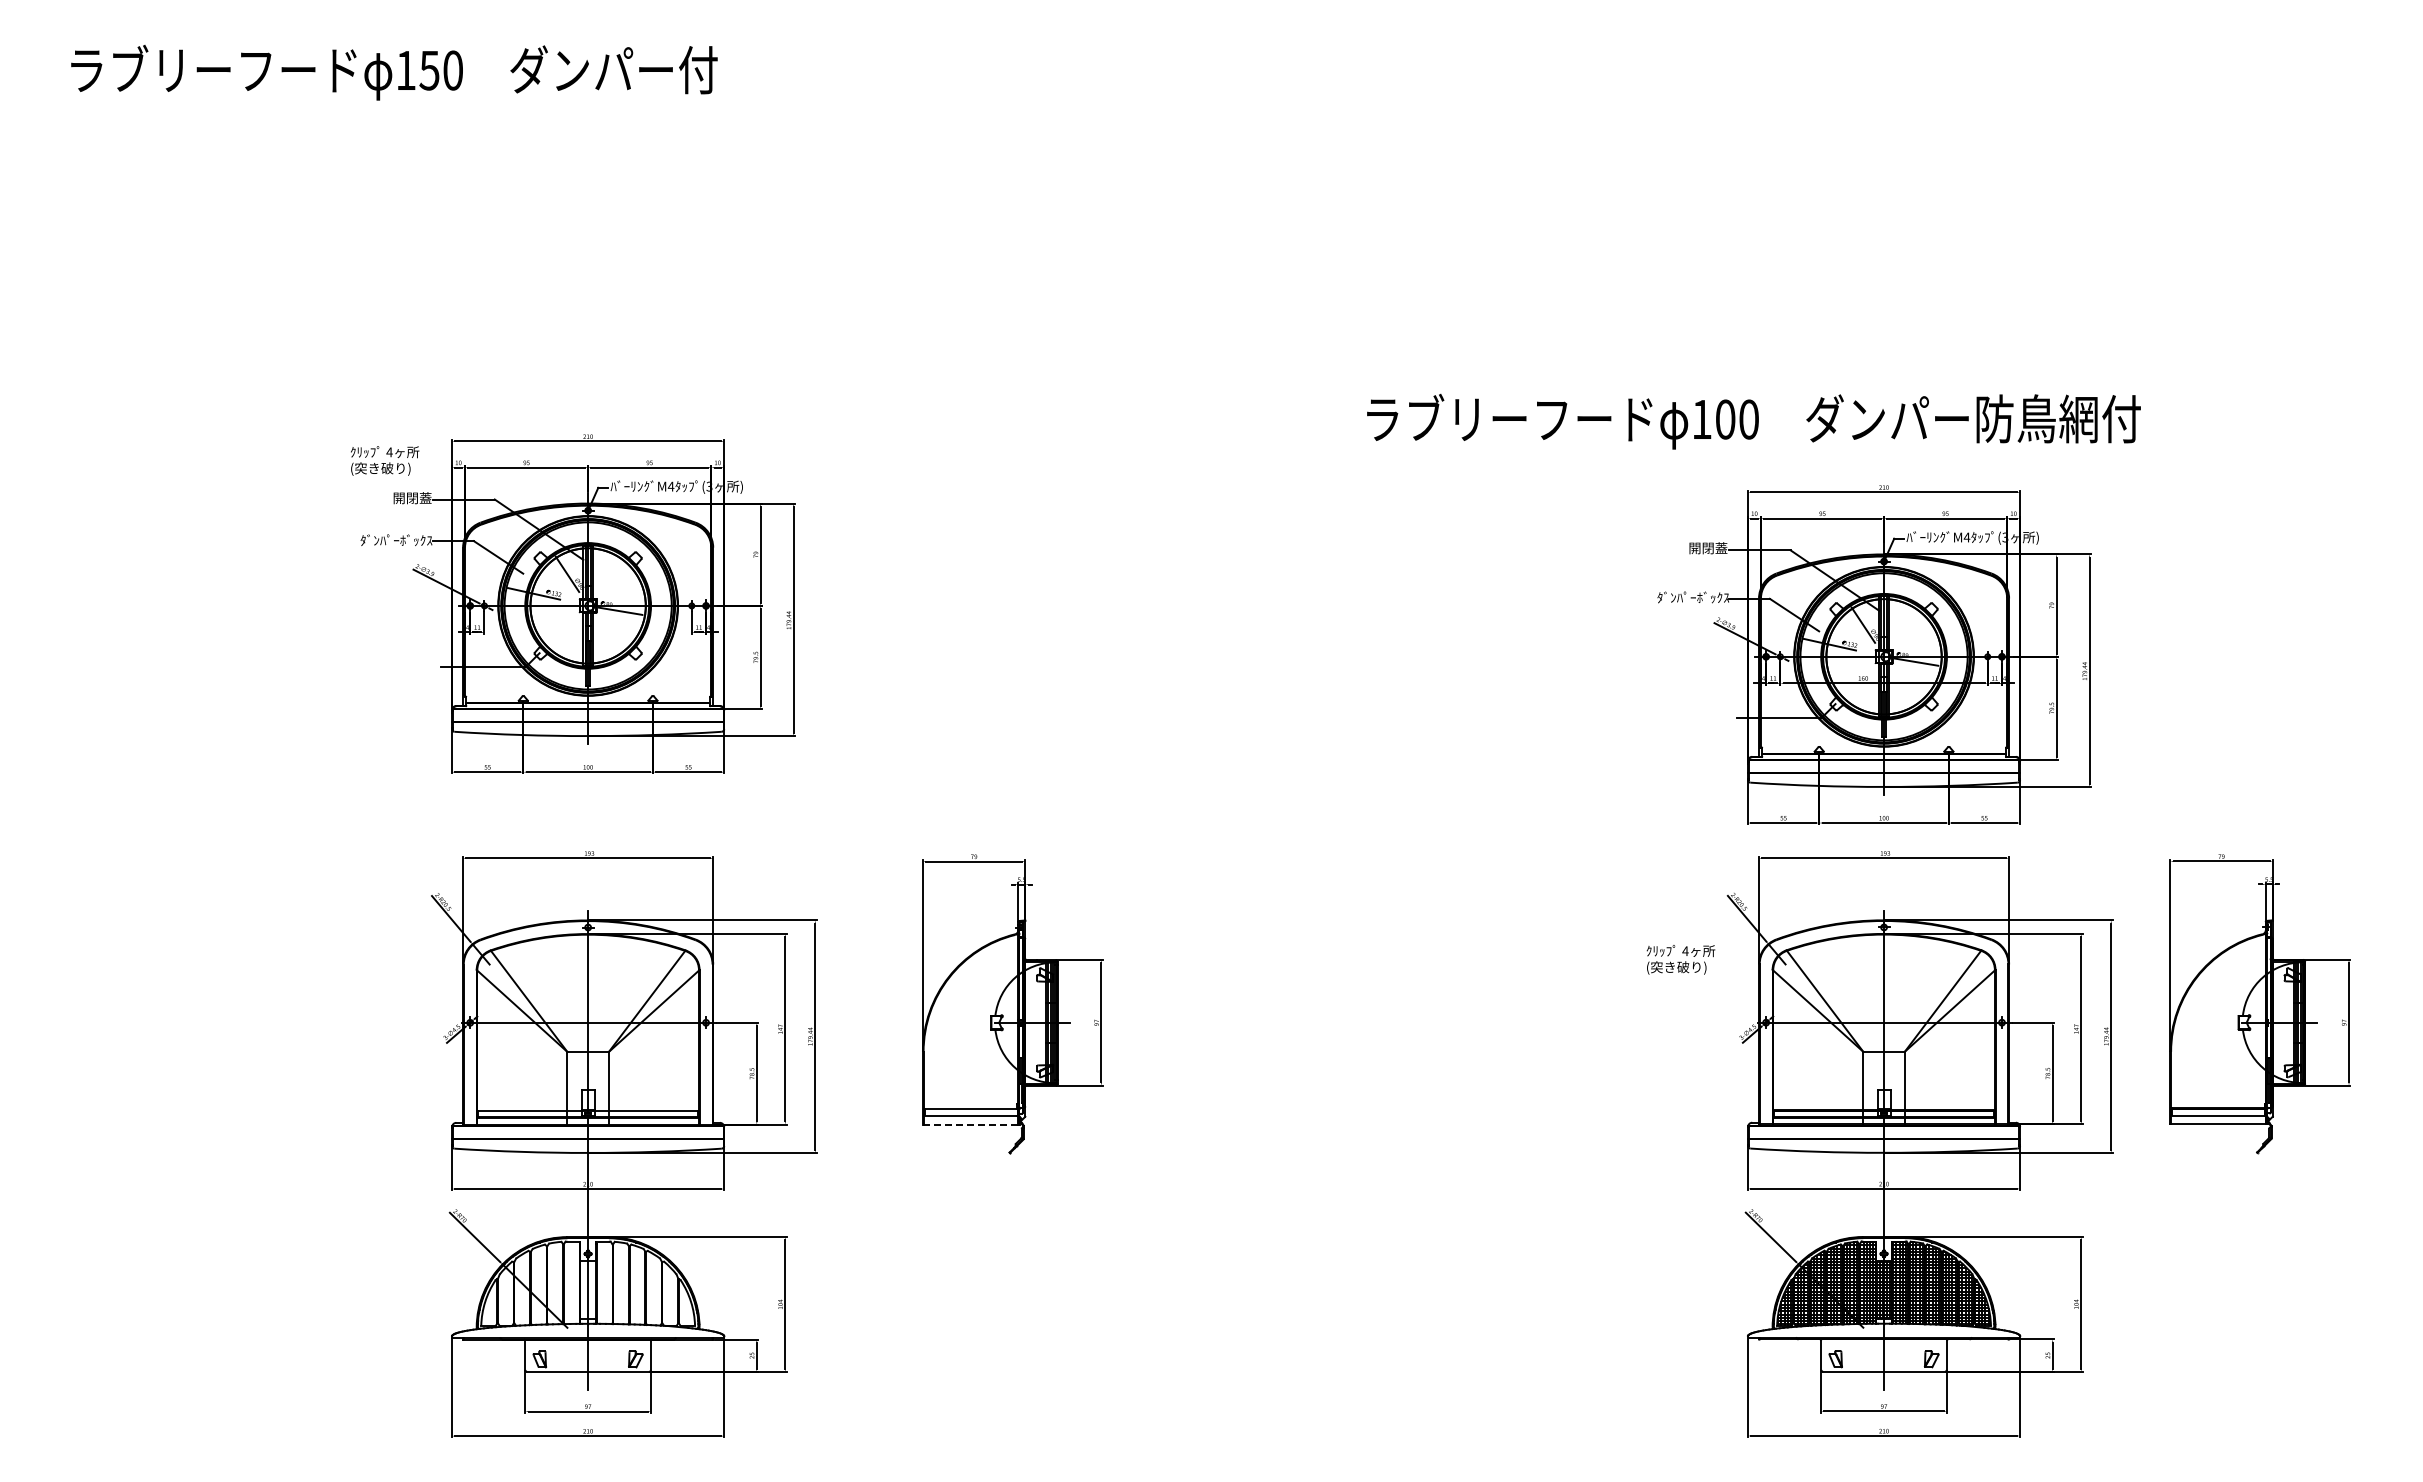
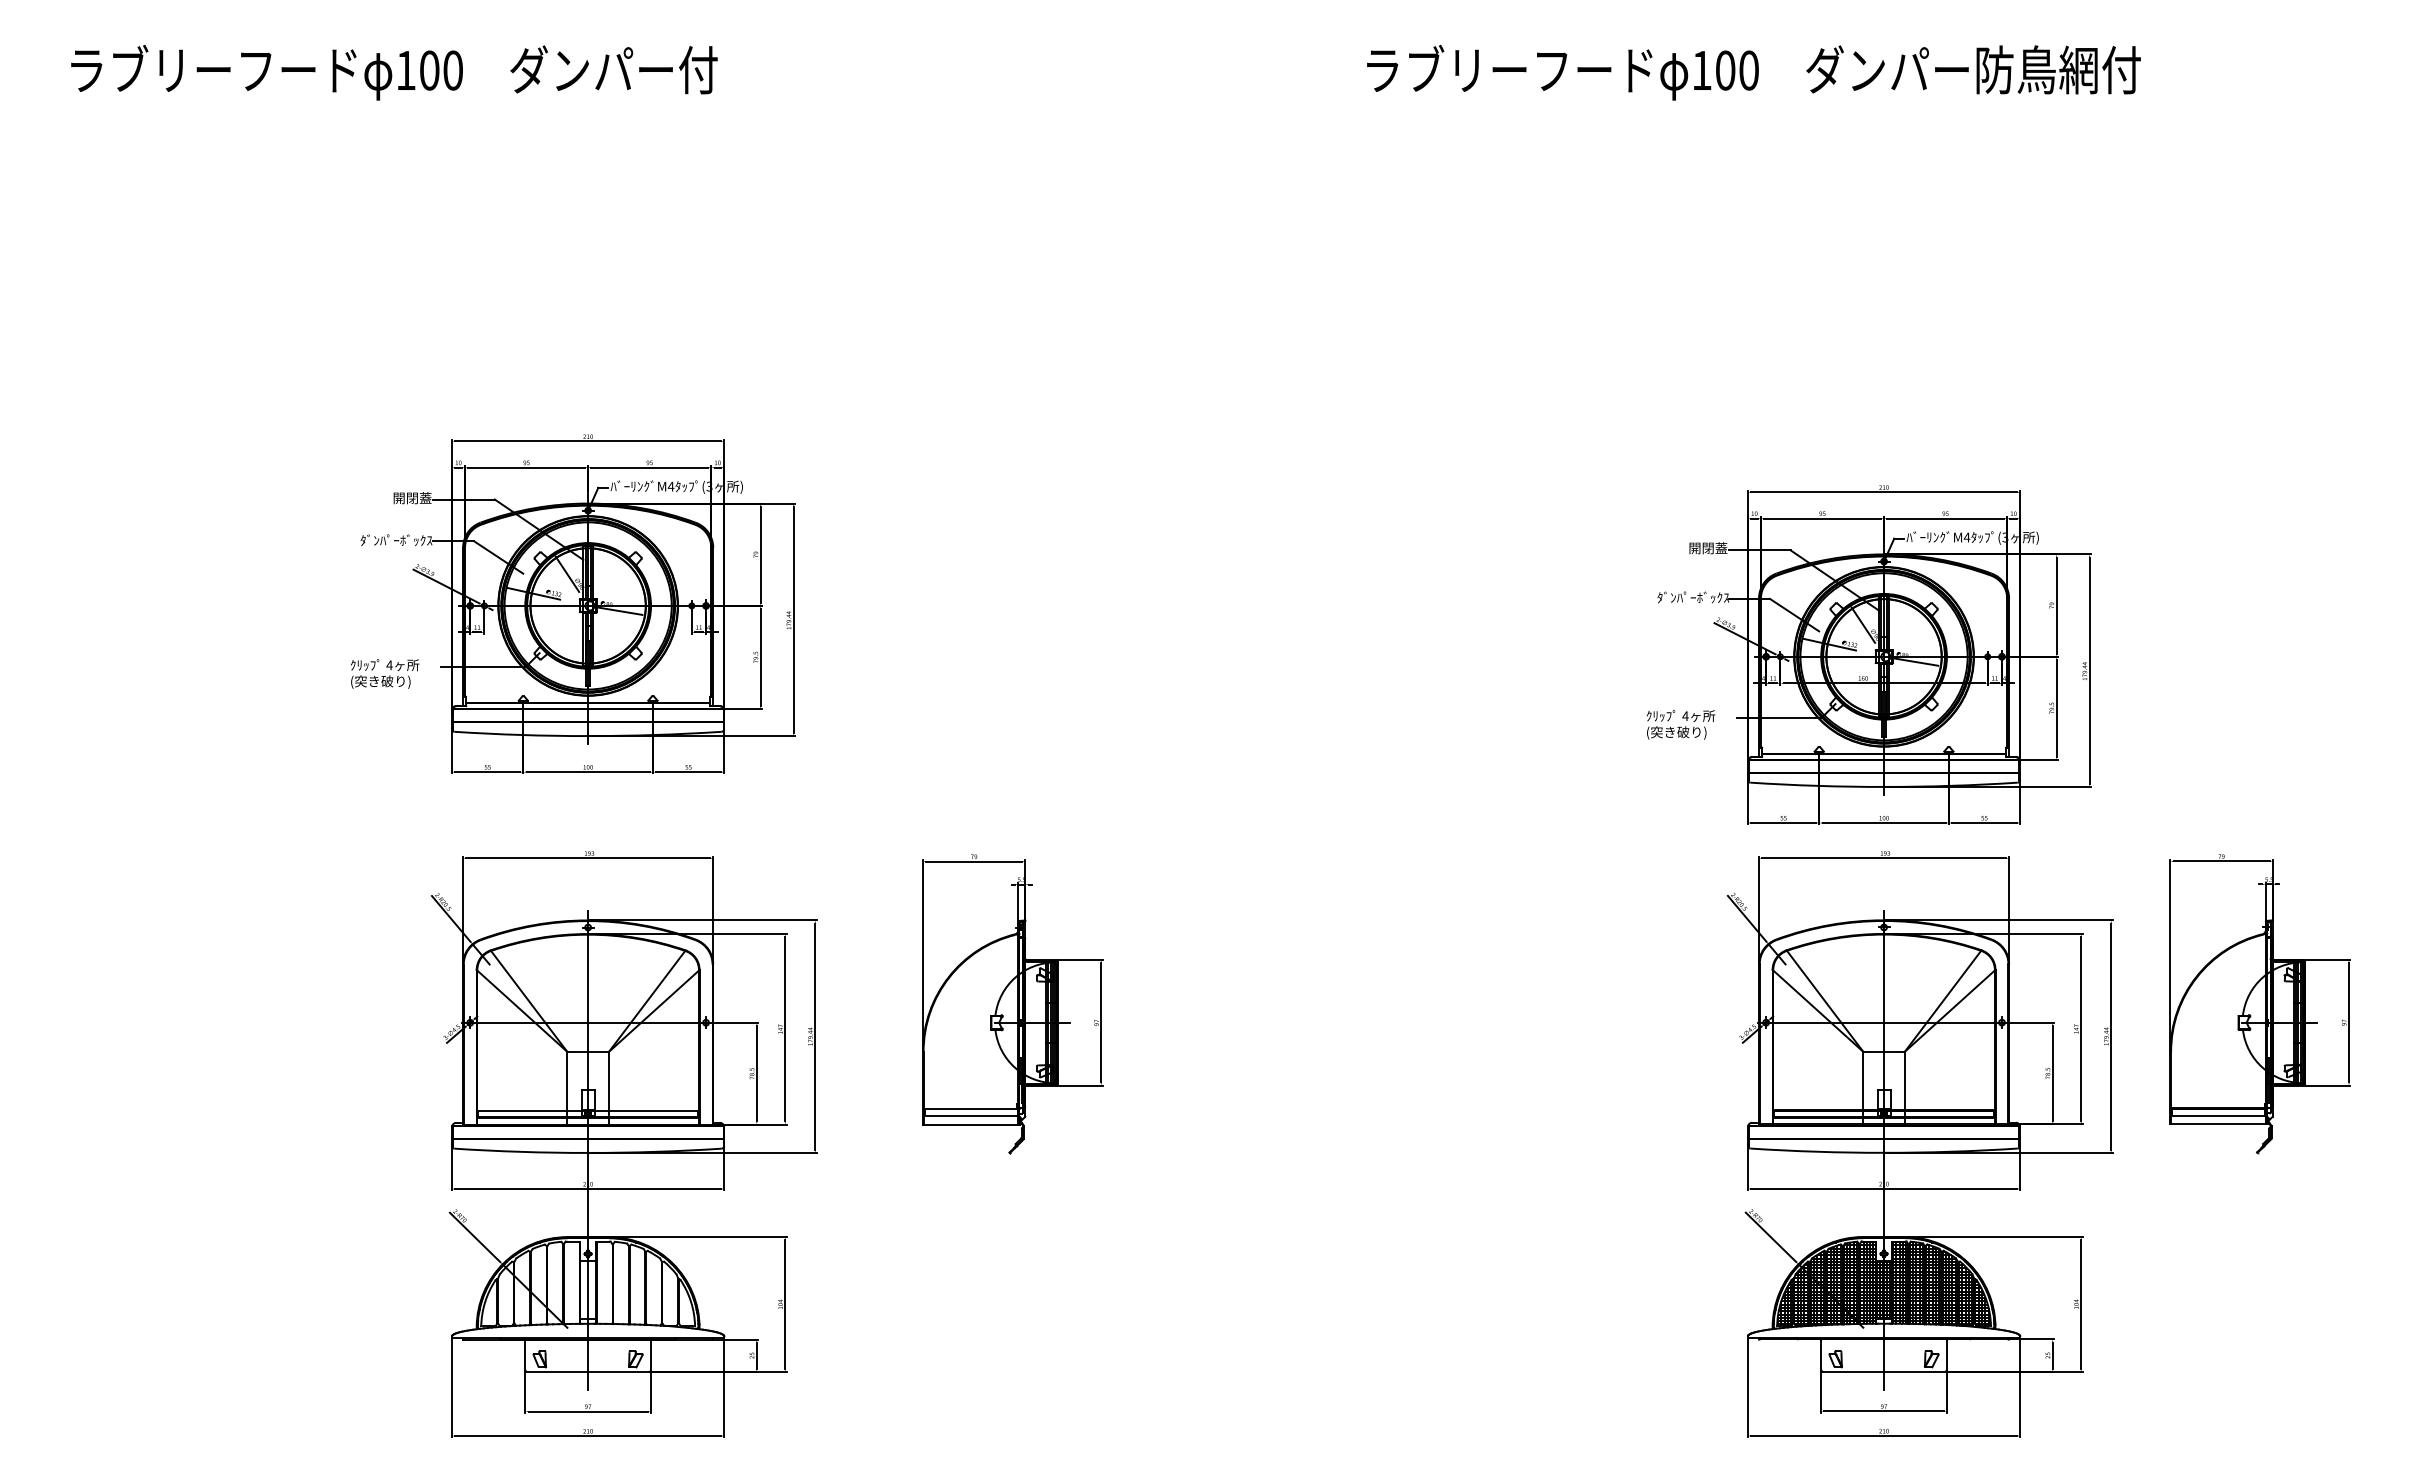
text at (429, 70): 150 -> 100
text at (1753, 421) position: (1753, 421) -> (1753, 72)
text at (385, 460) position: (385, 460) -> (385, 673)
text at (1680, 959) position: (1680, 959) -> (1680, 724)
line at (971, 1124): dashed -> solid
